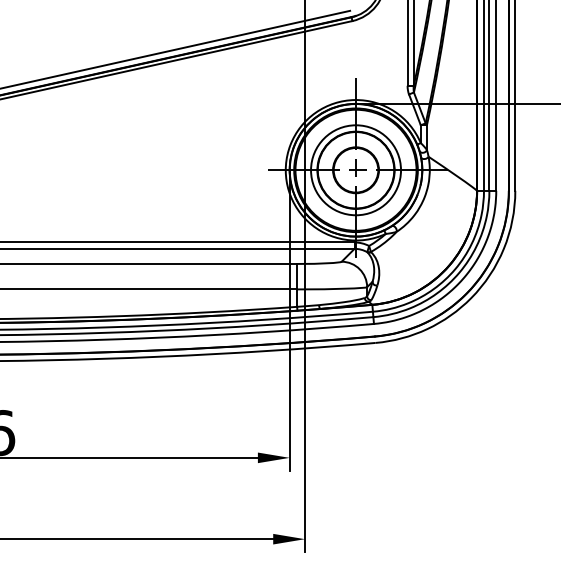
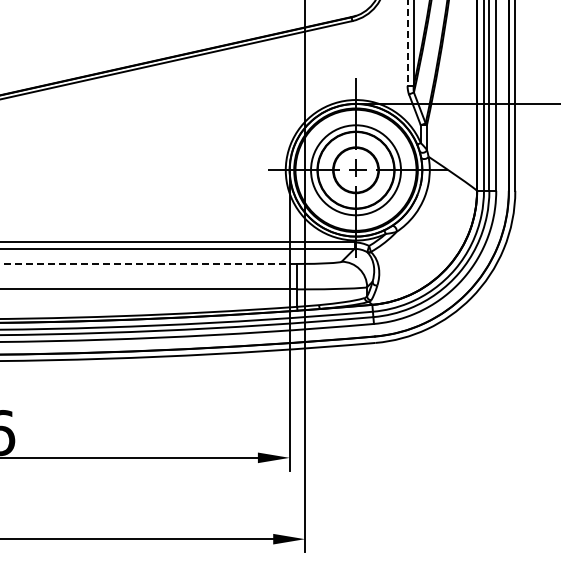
line at (407, 43): solid -> dashed
line at (176, 49): present -> none
line at (148, 263): solid -> dashed
